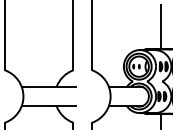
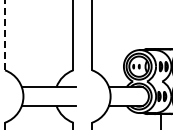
line at (161, 26): present -> none
line at (5, 35): solid -> dashed
